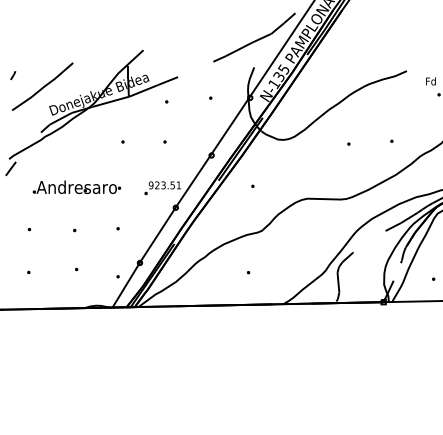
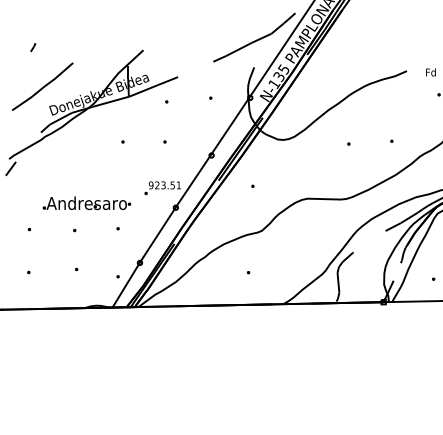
line at (13, 75) position: (13, 75) -> (33, 47)
text at (430, 81) position: (430, 81) -> (430, 72)
text at (76, 187) position: (76, 187) -> (86, 203)
